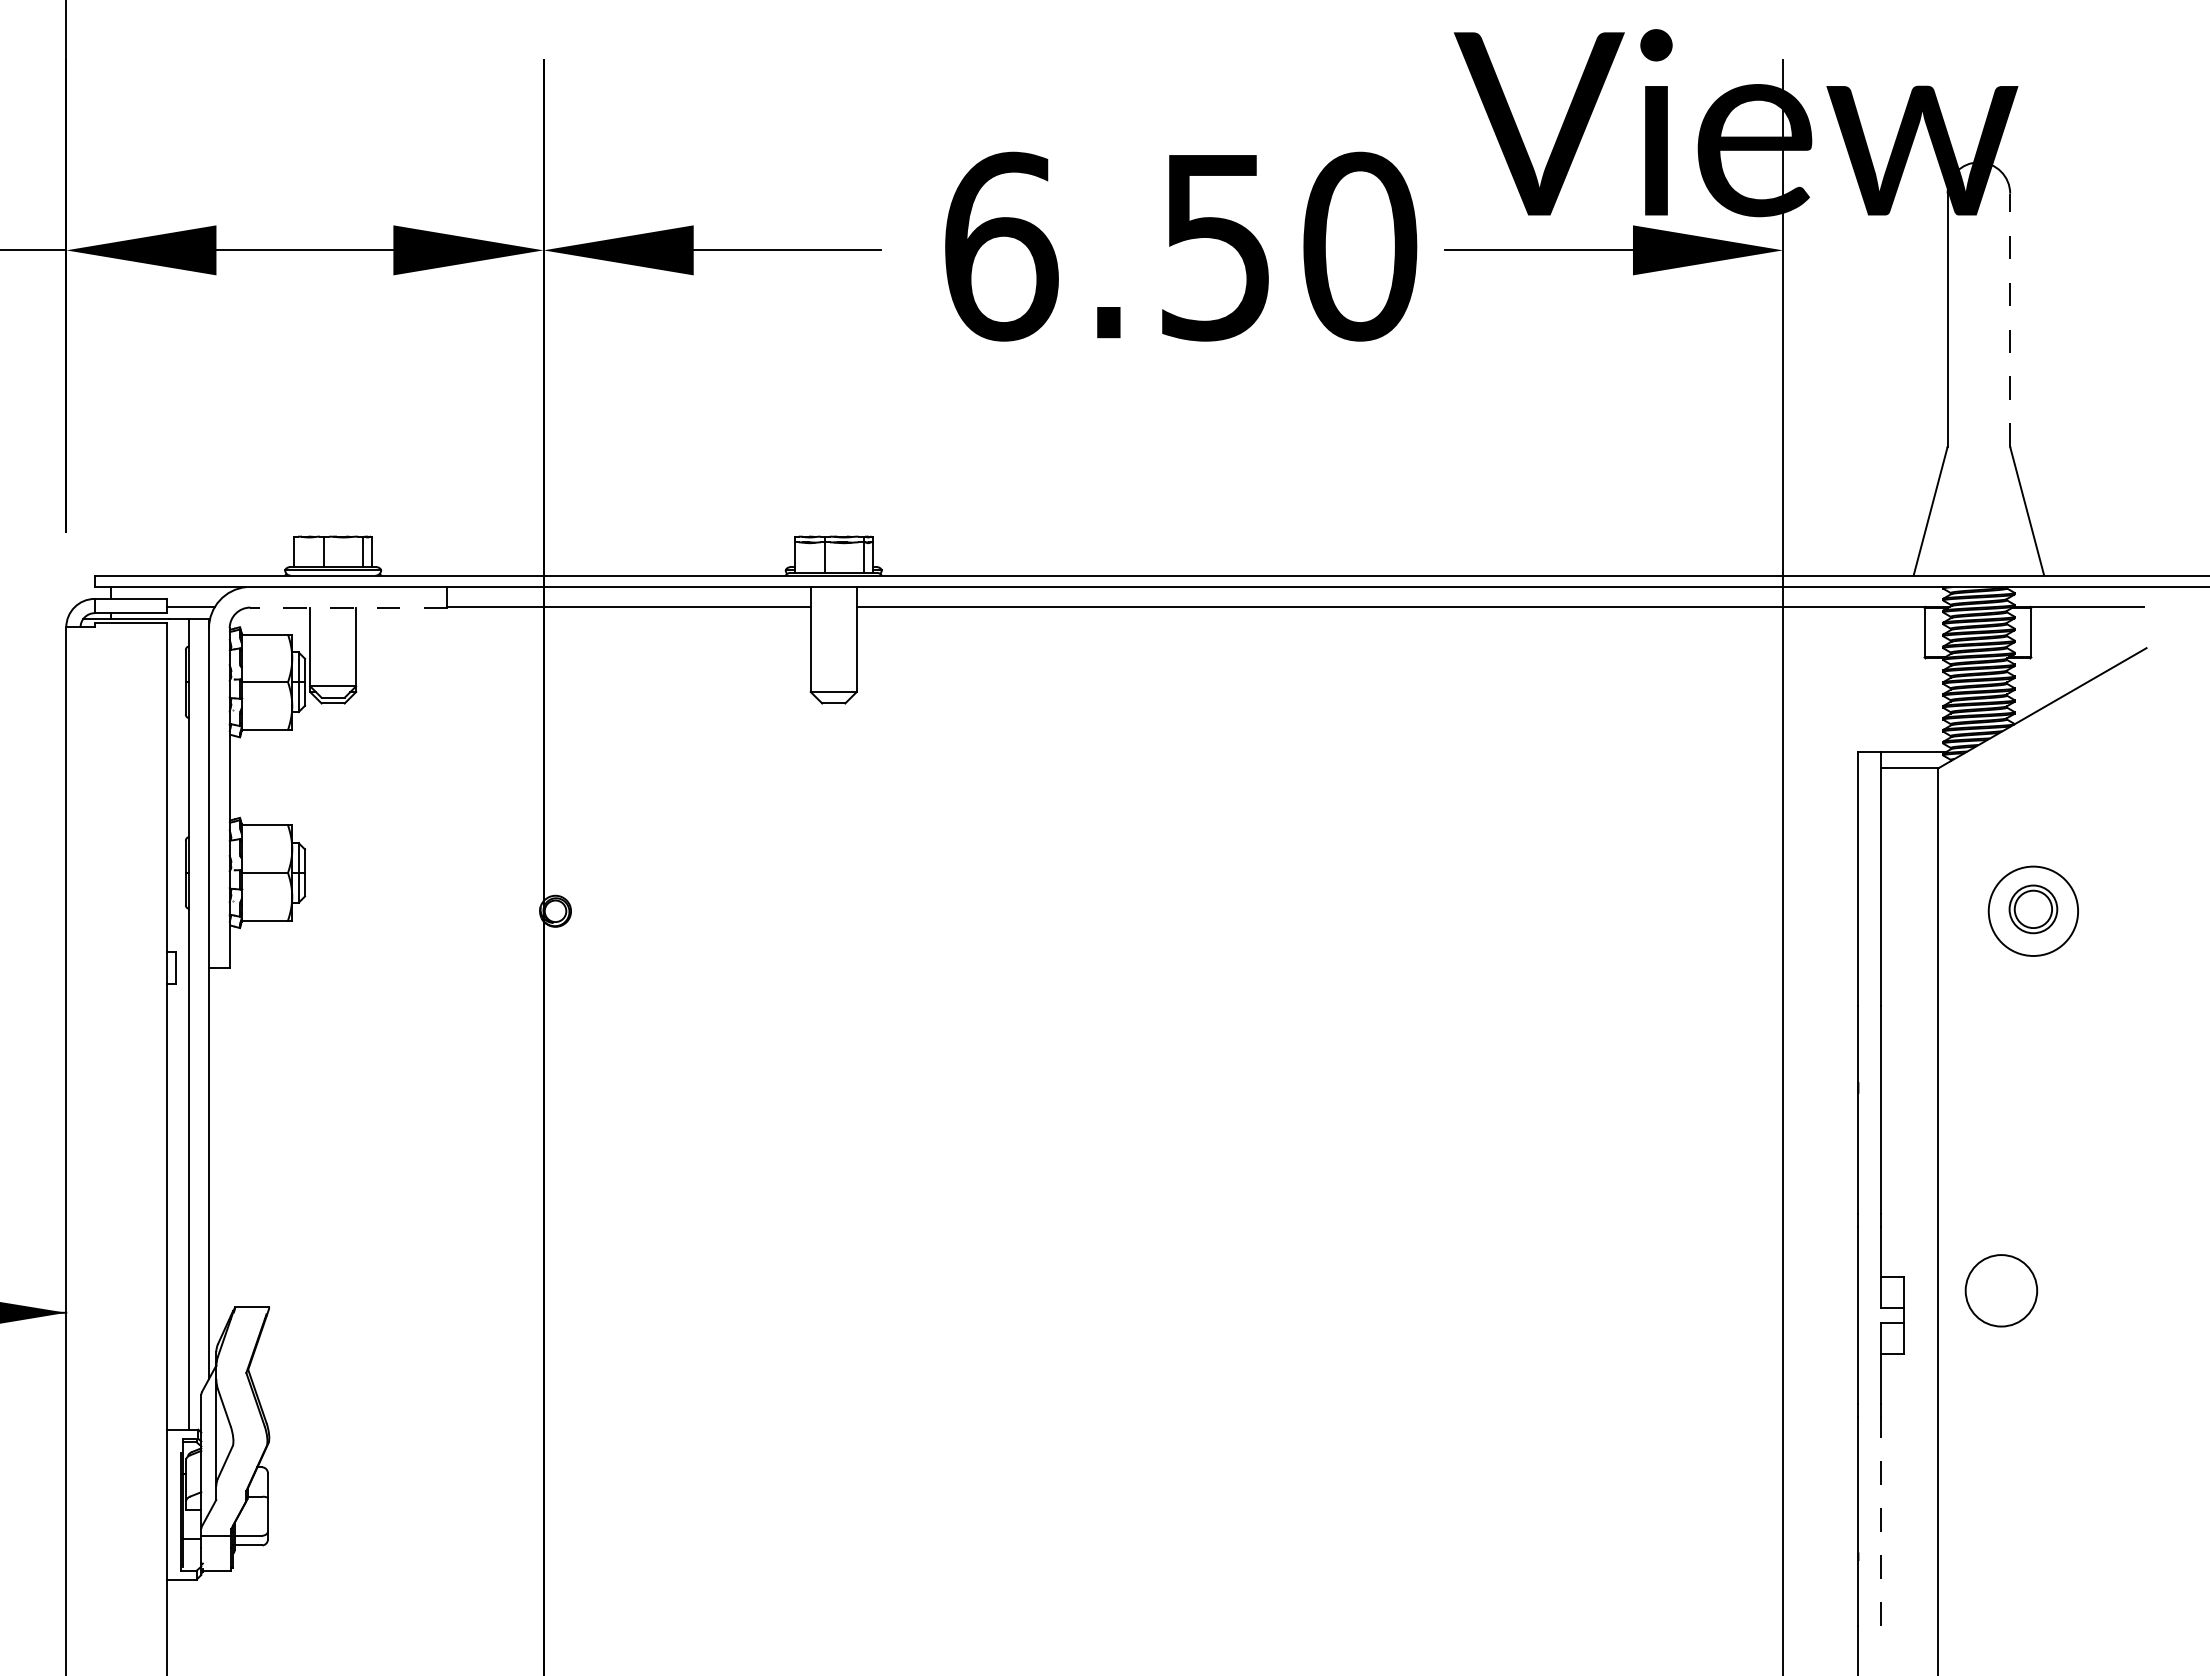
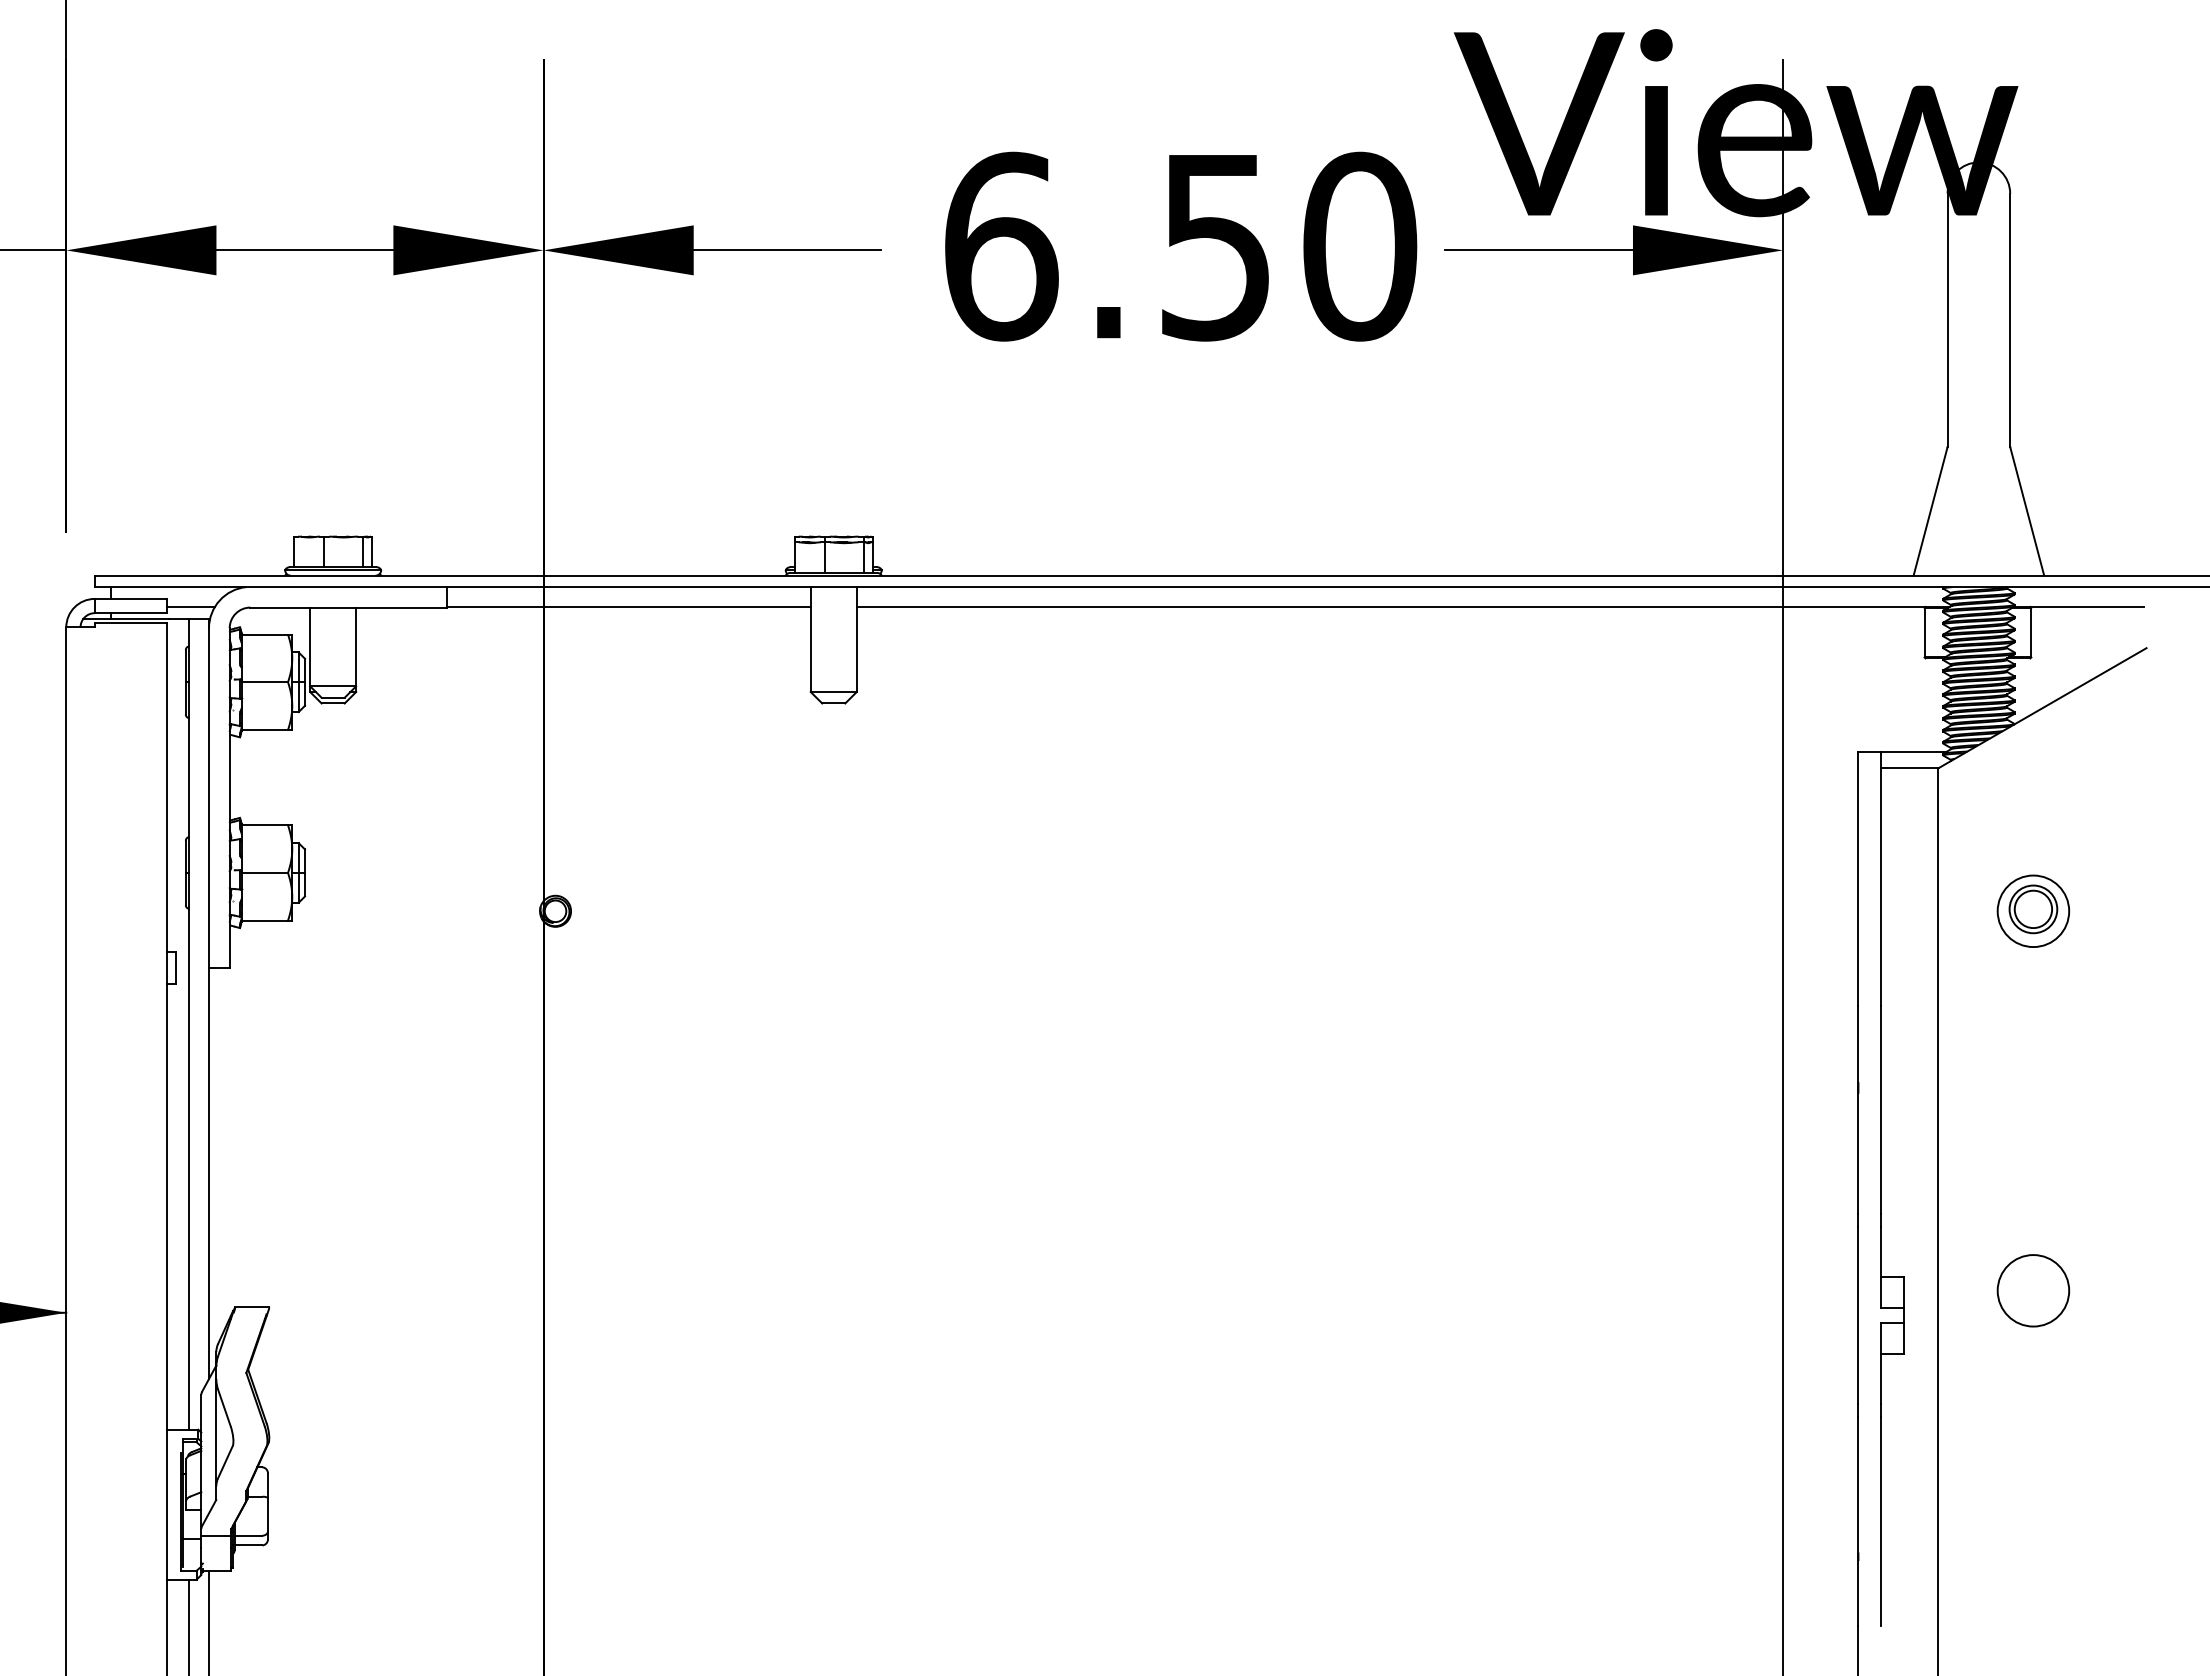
line at (2010, 320): dashed -> solid
line at (348, 607): dashed -> solid
circle at (2033, 910) diameter: 89 px -> 71 px
circle at (2001, 1290) position: (2001, 1290) -> (2033, 1290)
line at (1881, 1520): dashed -> solid
line at (209, 1621): none -> present
line at (189, 1625): none -> present
